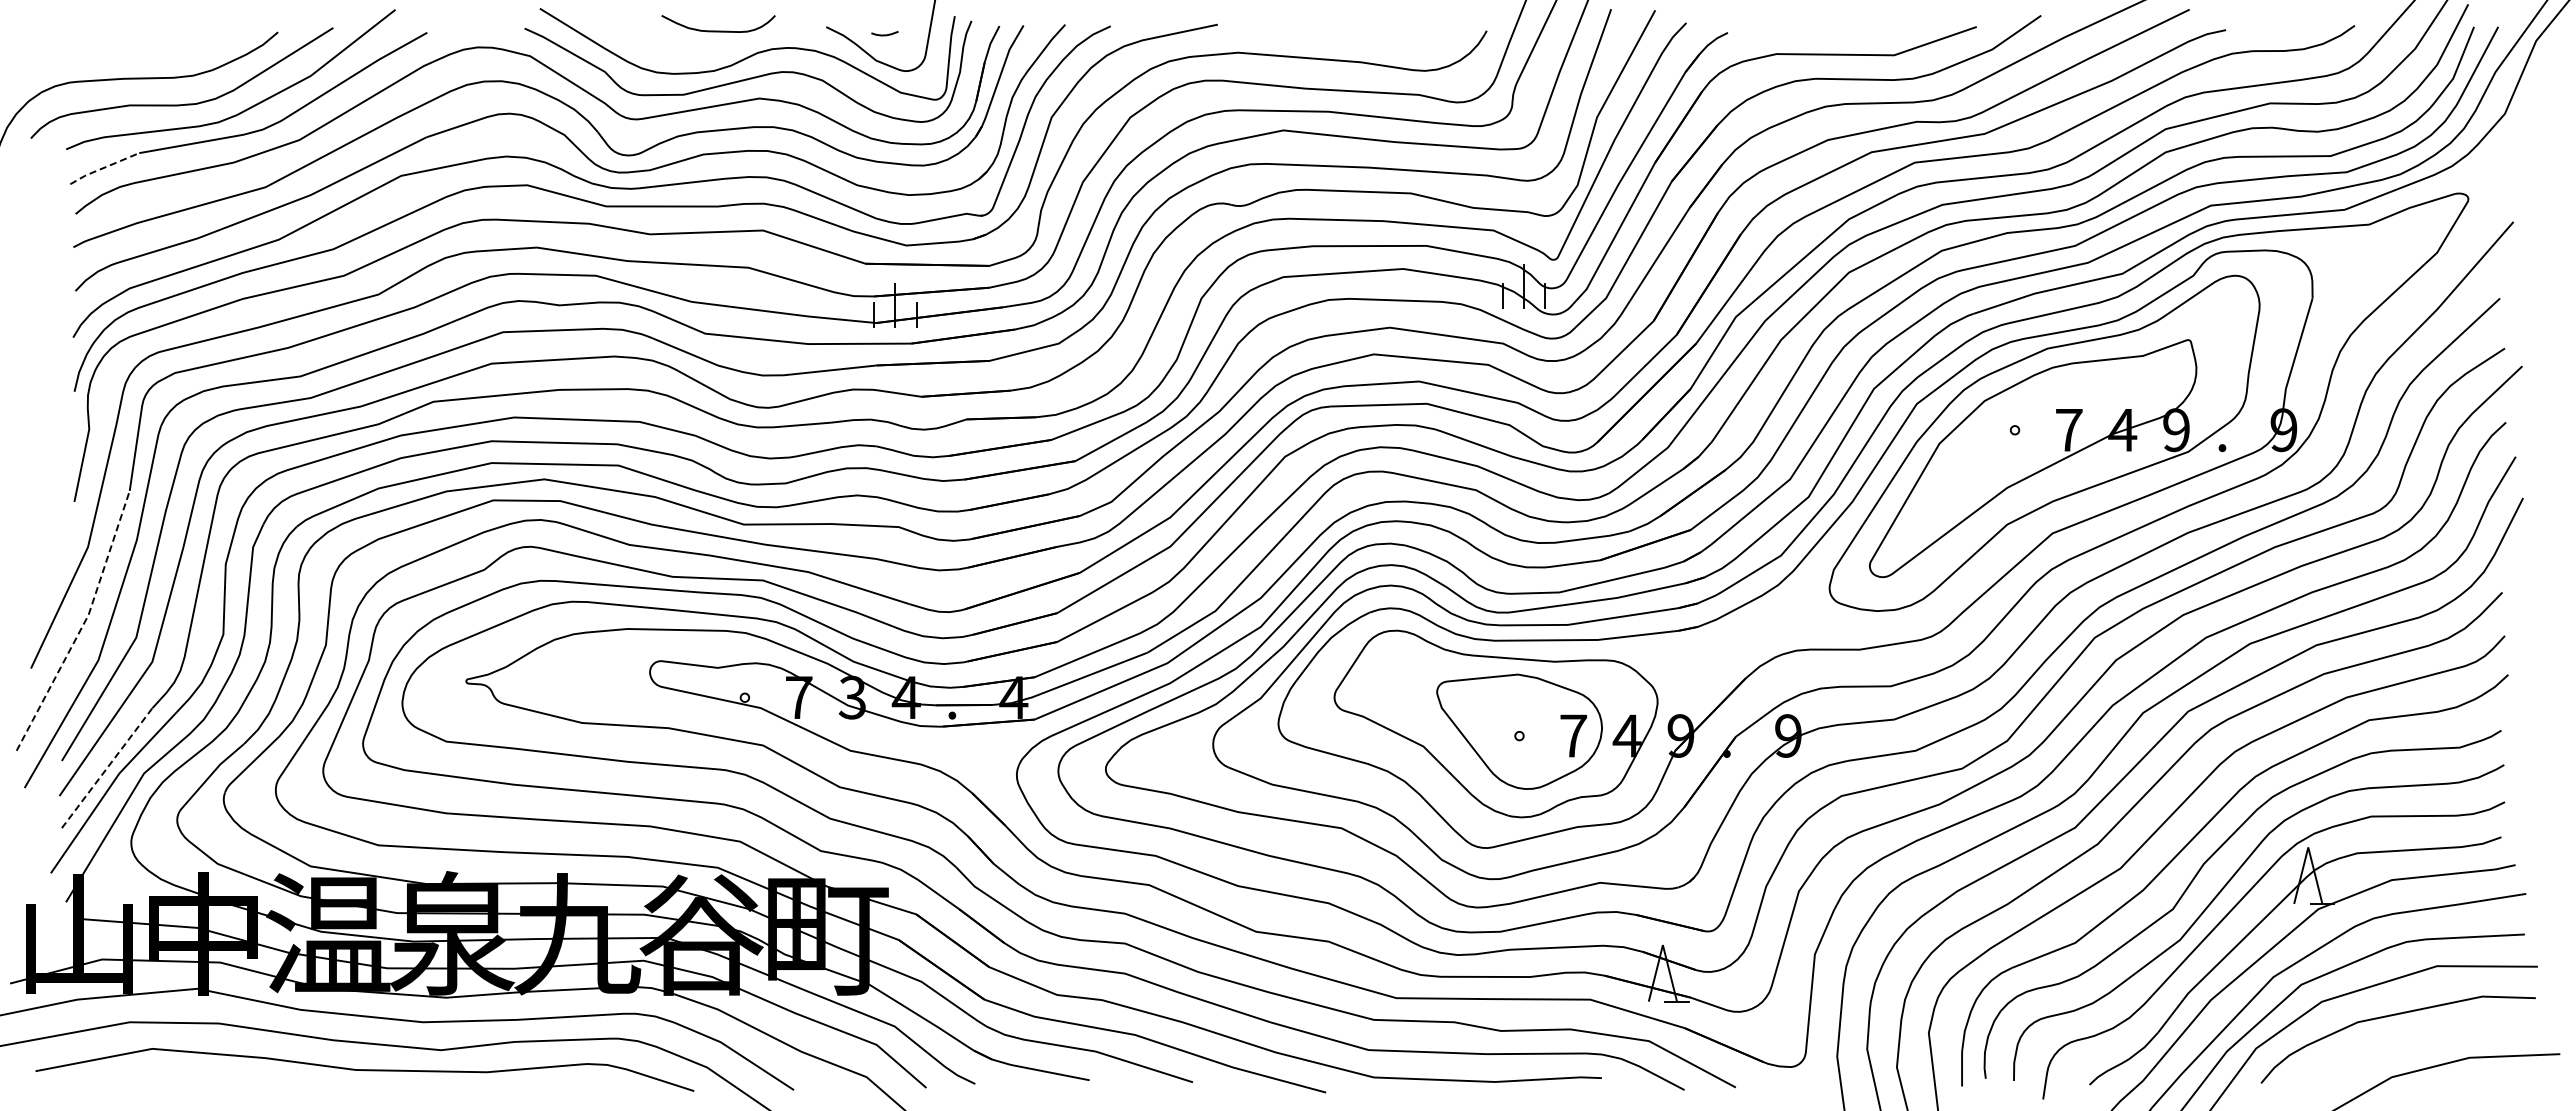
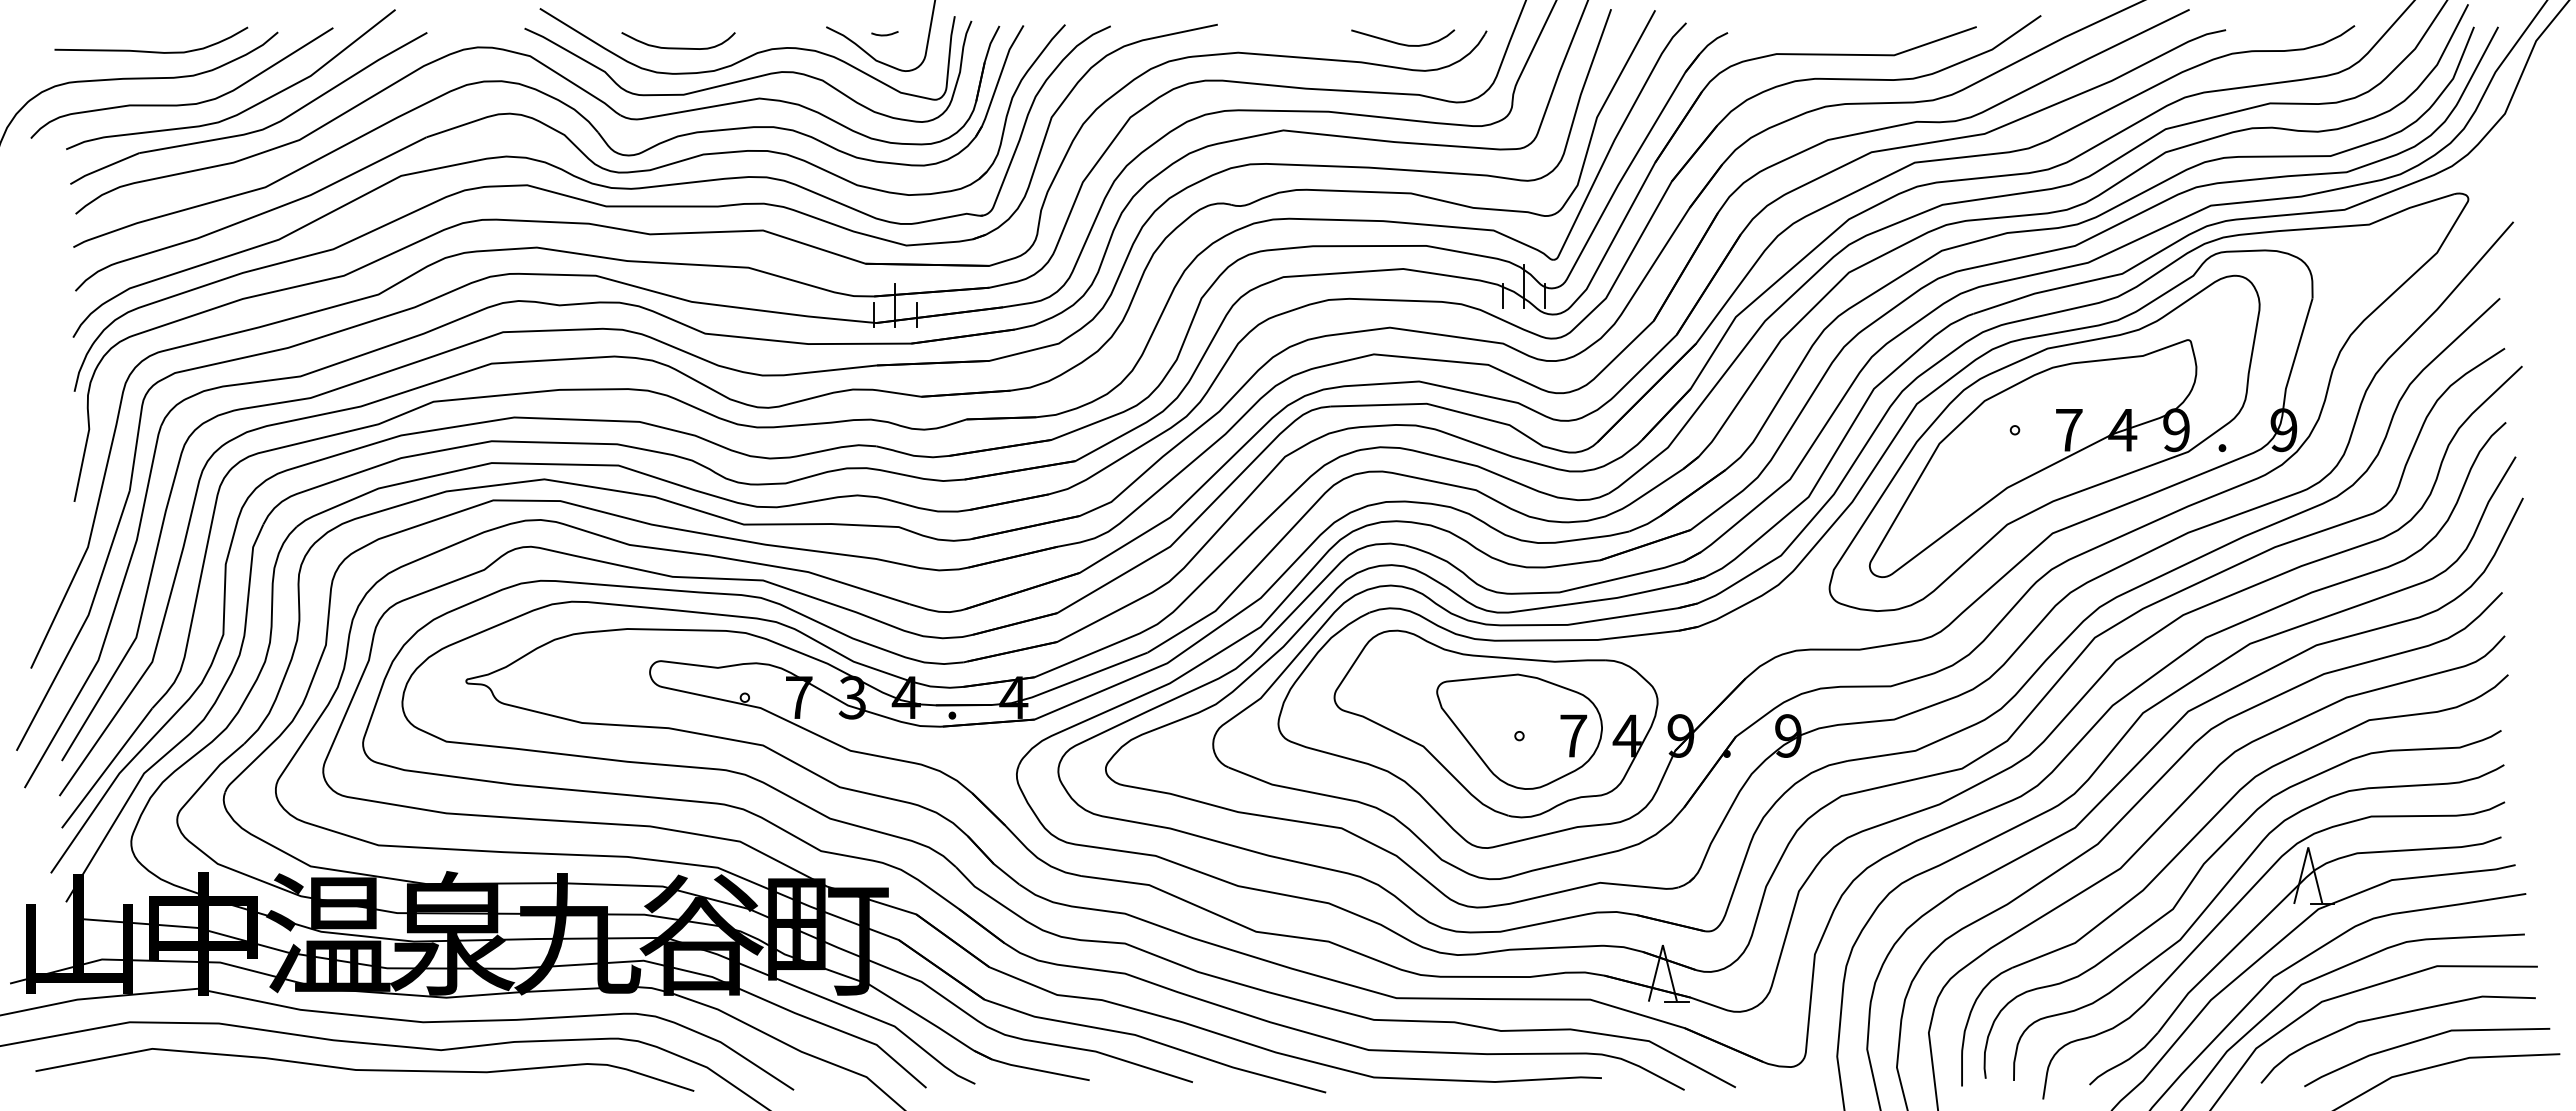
curve at (718, 30) position: (718, 30) -> (678, 47)
curve at (1403, 43): none -> present
curve at (151, 51): none -> present
line at (103, 168): dashed -> solid
line at (83, 624): dashed -> solid
line at (107, 767): dashed -> solid
line at (2422, 1040): none -> present
